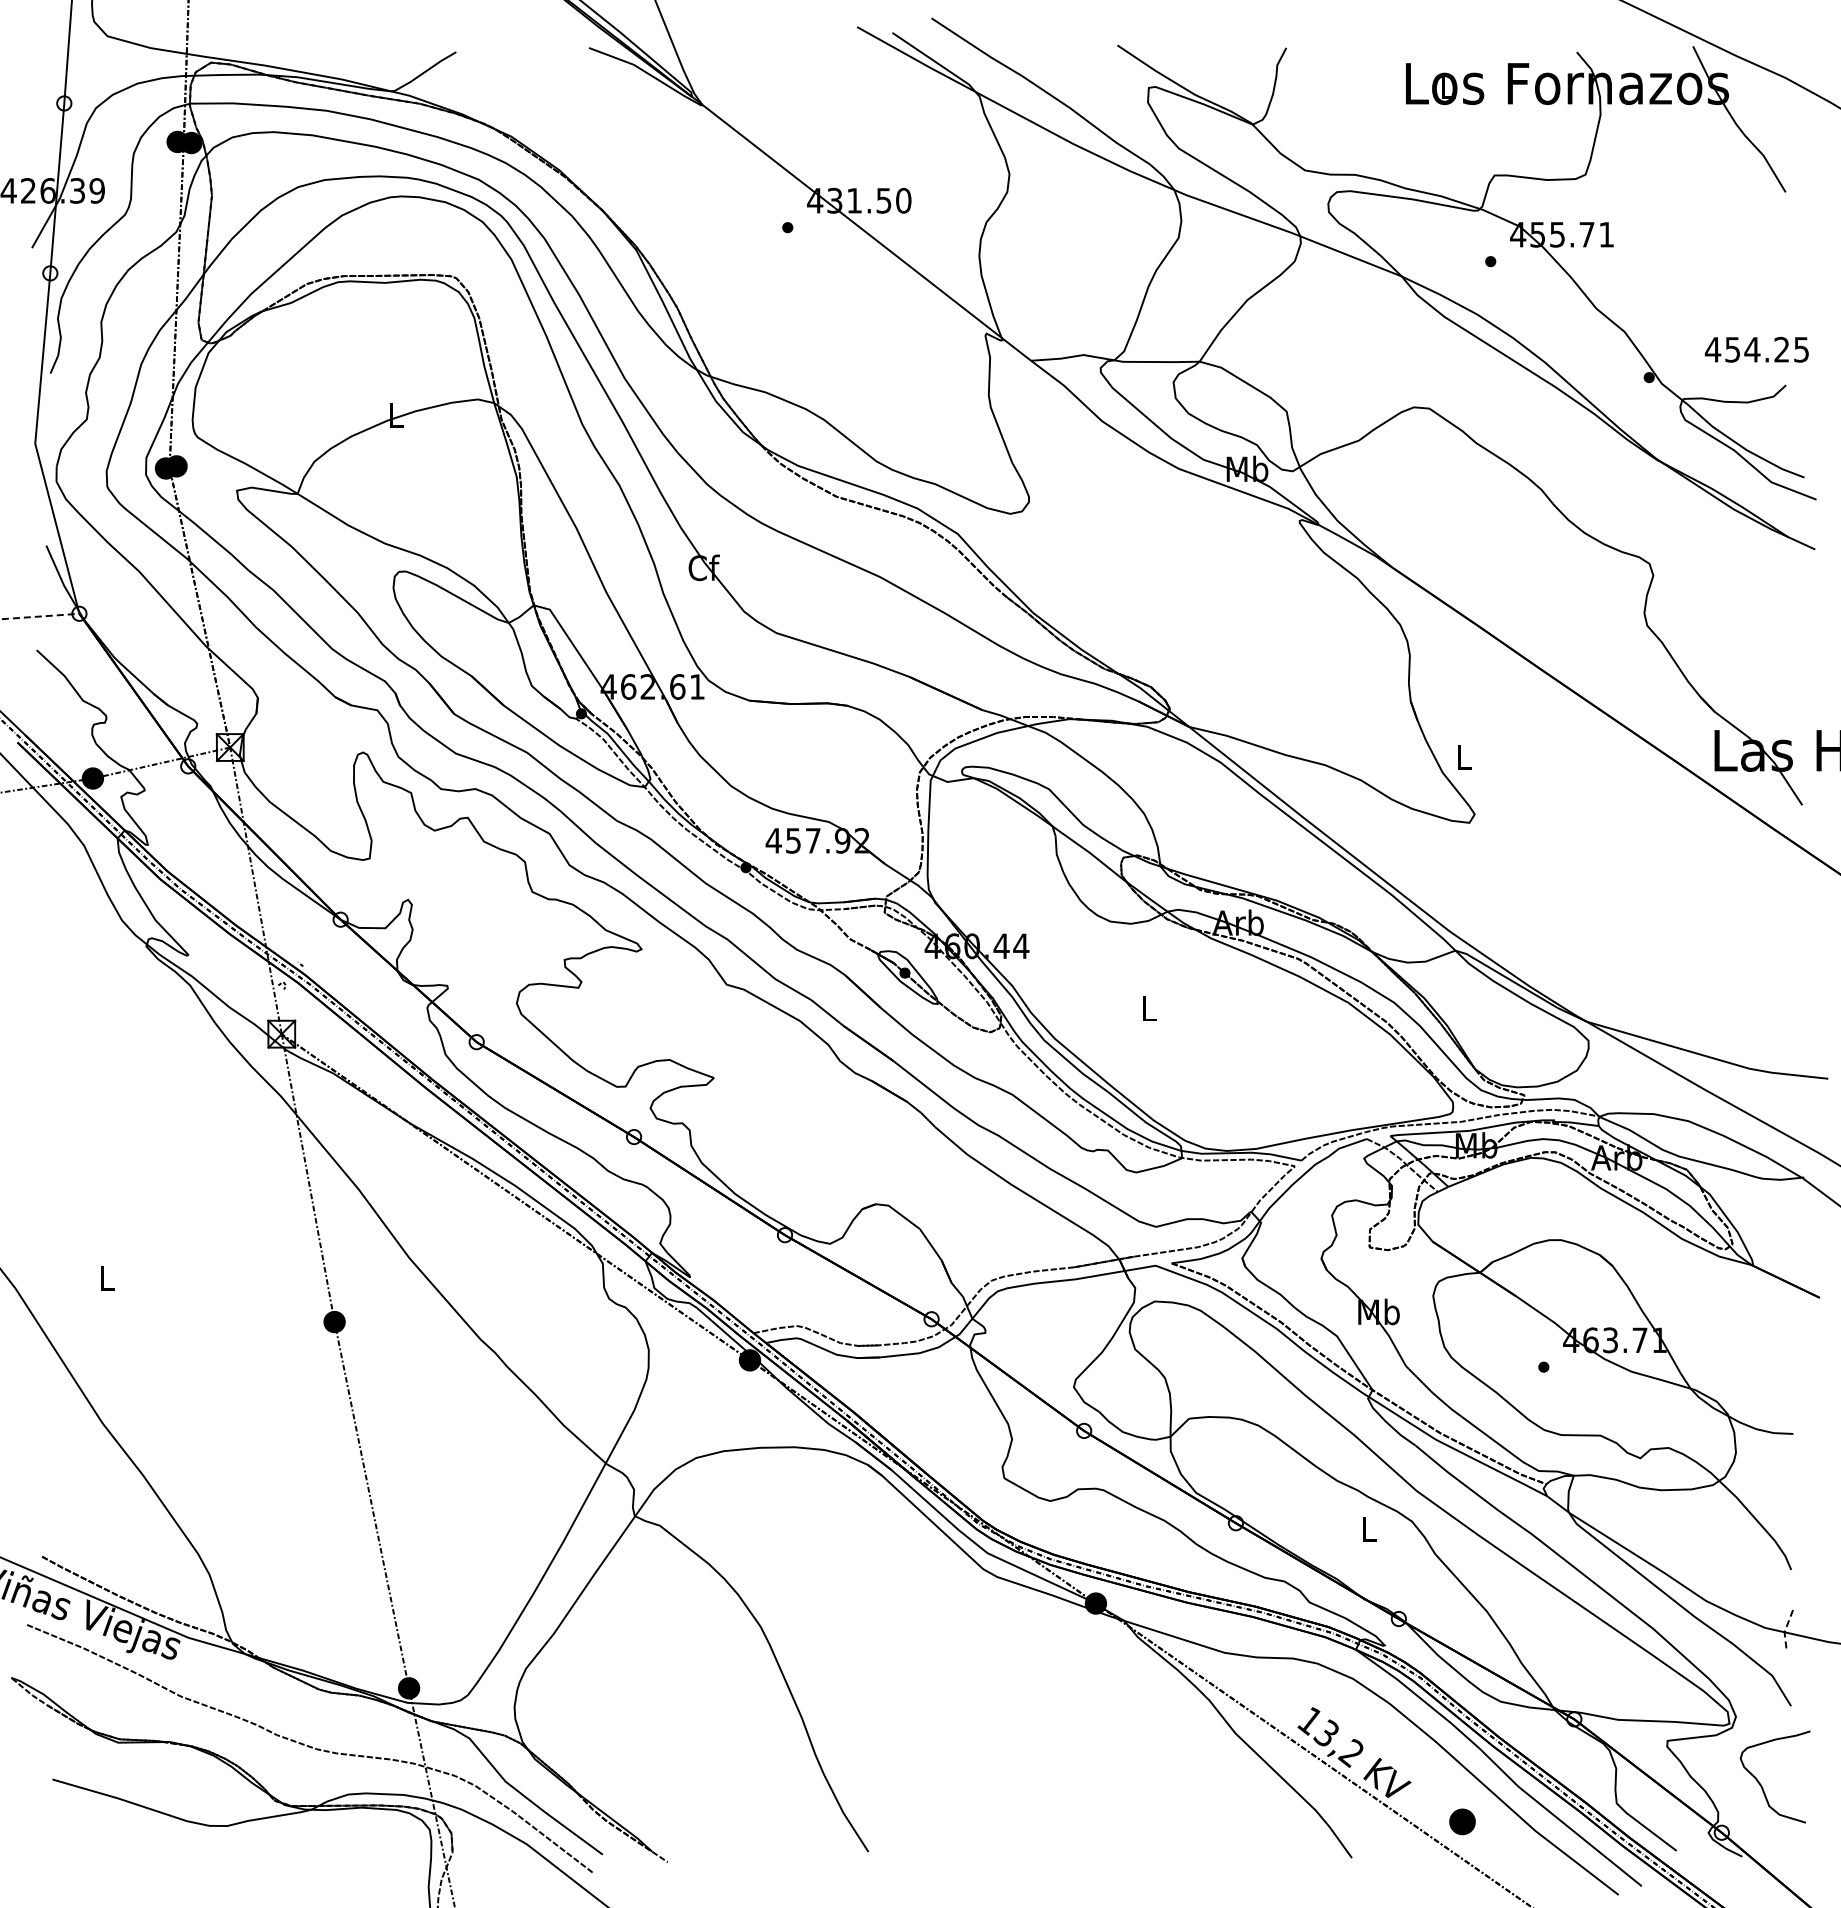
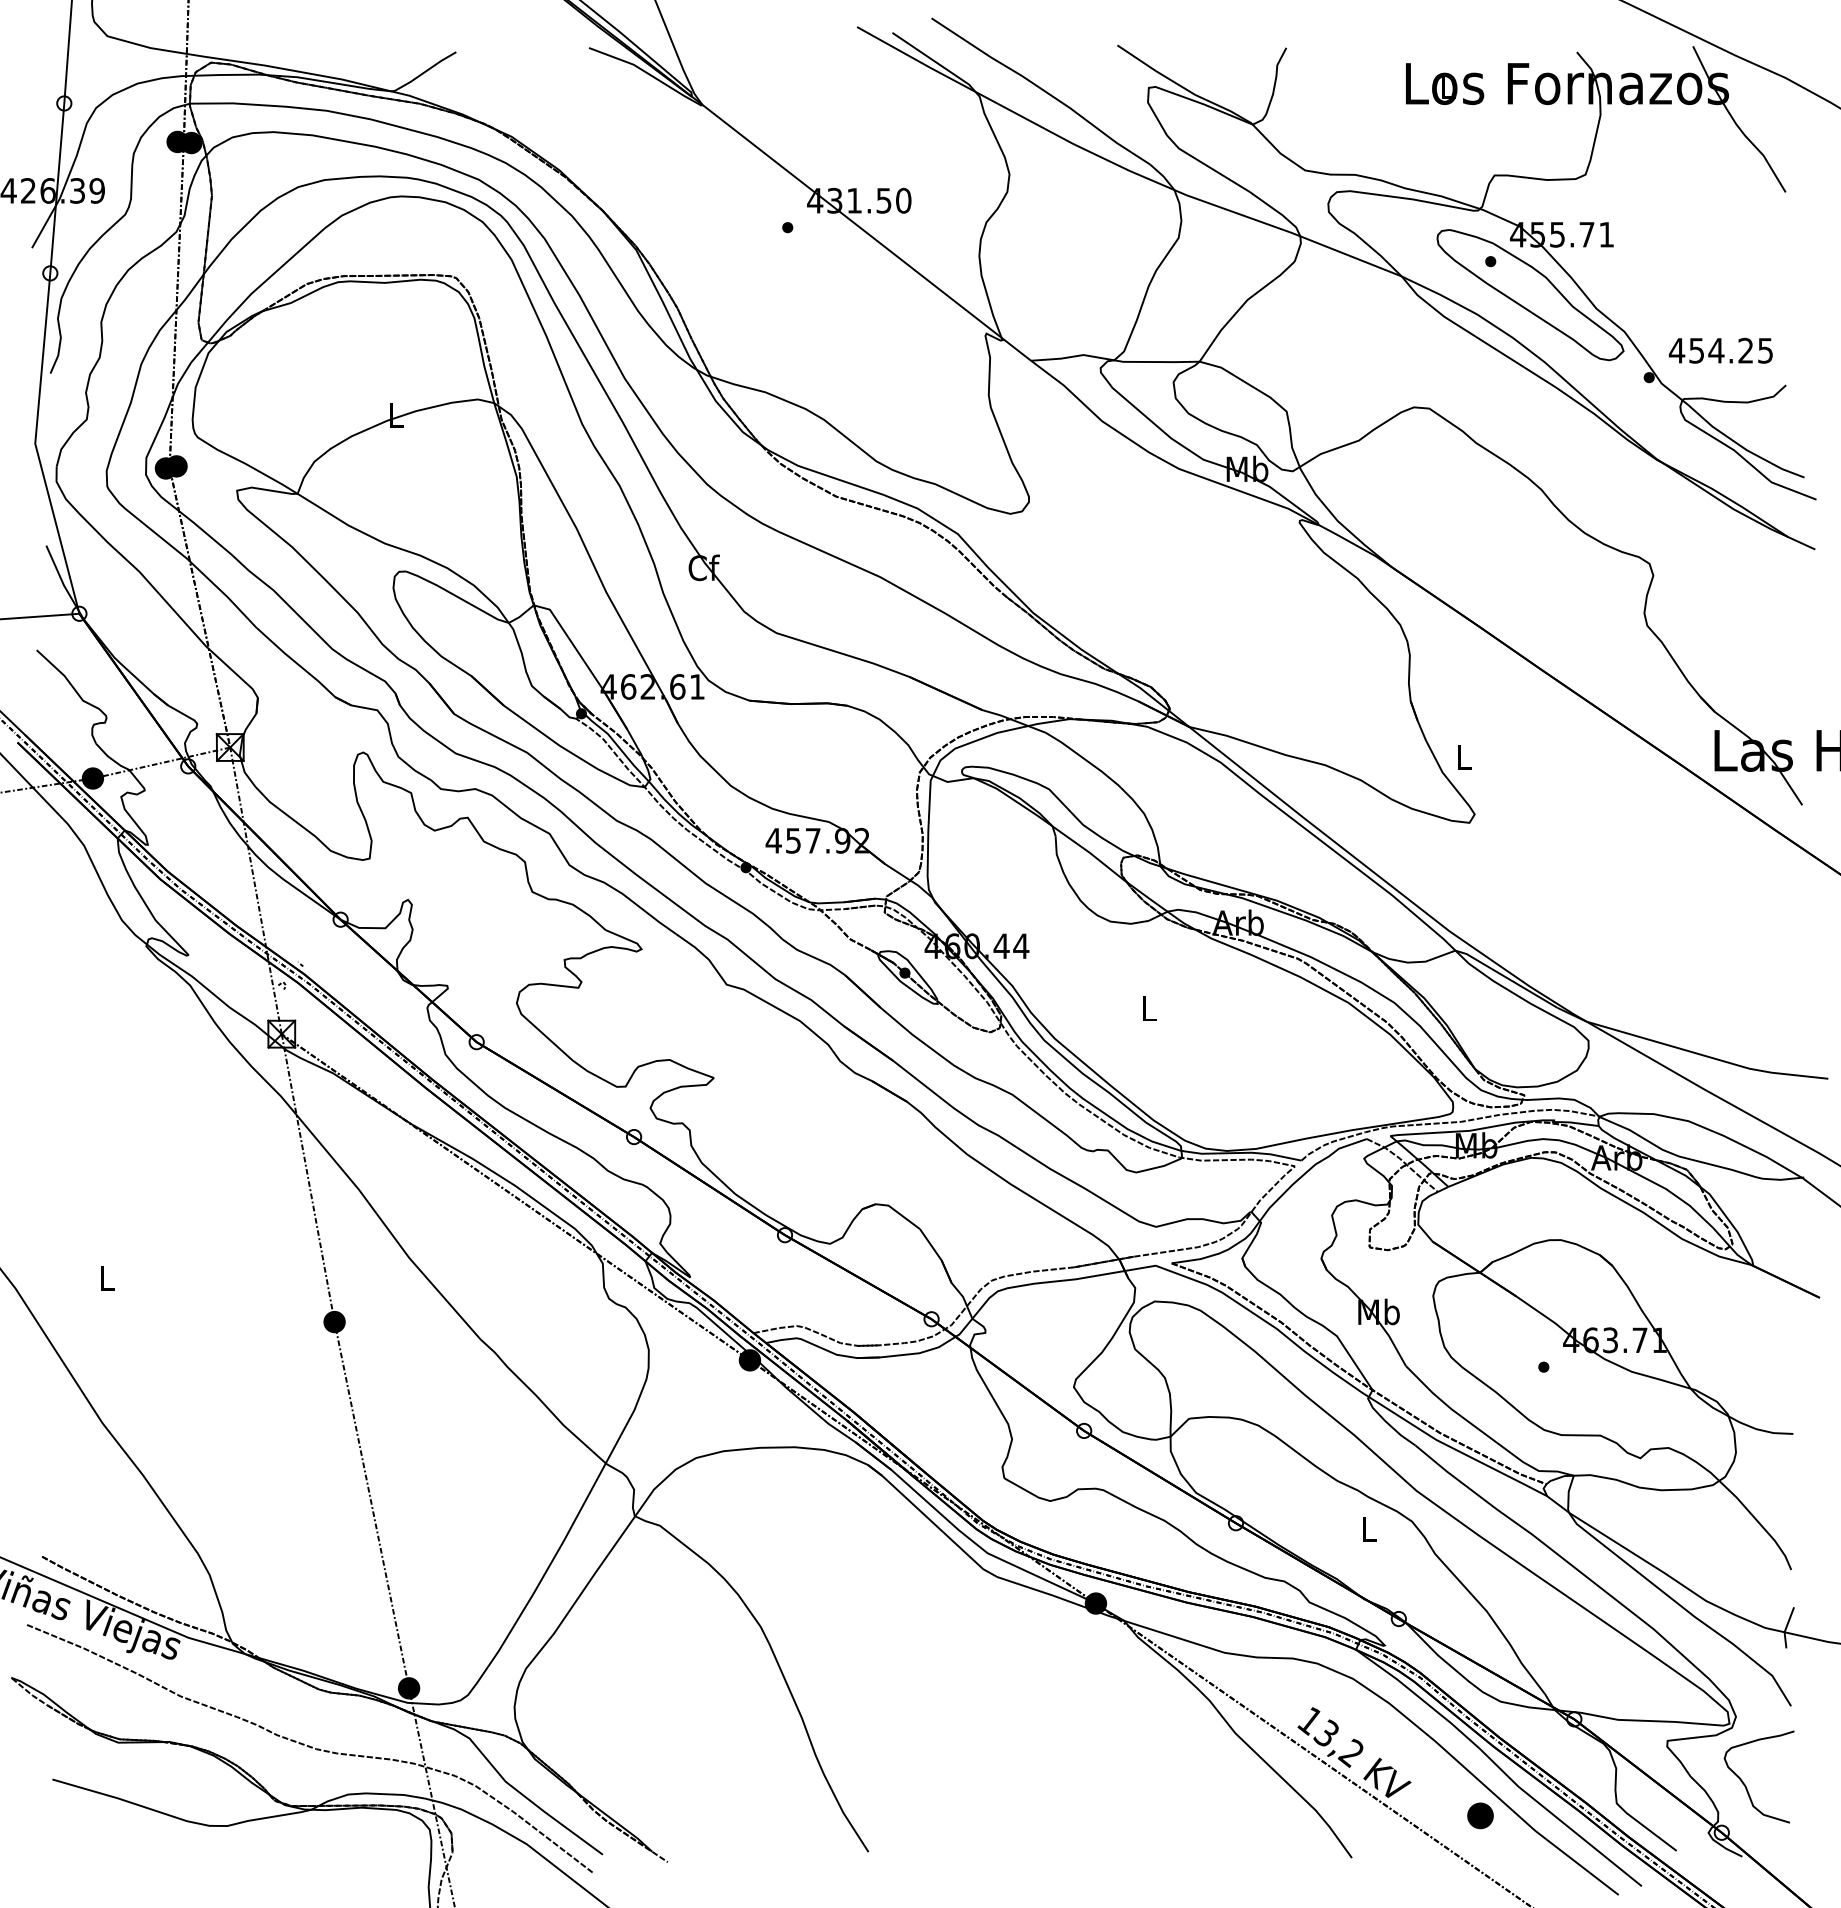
part at (1530, 295): none -> present
text at (1756, 349) position: (1756, 349) -> (1720, 350)
line at (40, 616): dashed -> solid
line at (1786, 1627): dashed -> solid
curve at (1761, 1784) position: (1761, 1784) -> (1745, 1784)
part at (1462, 1821) position: (1462, 1821) -> (1480, 1815)
